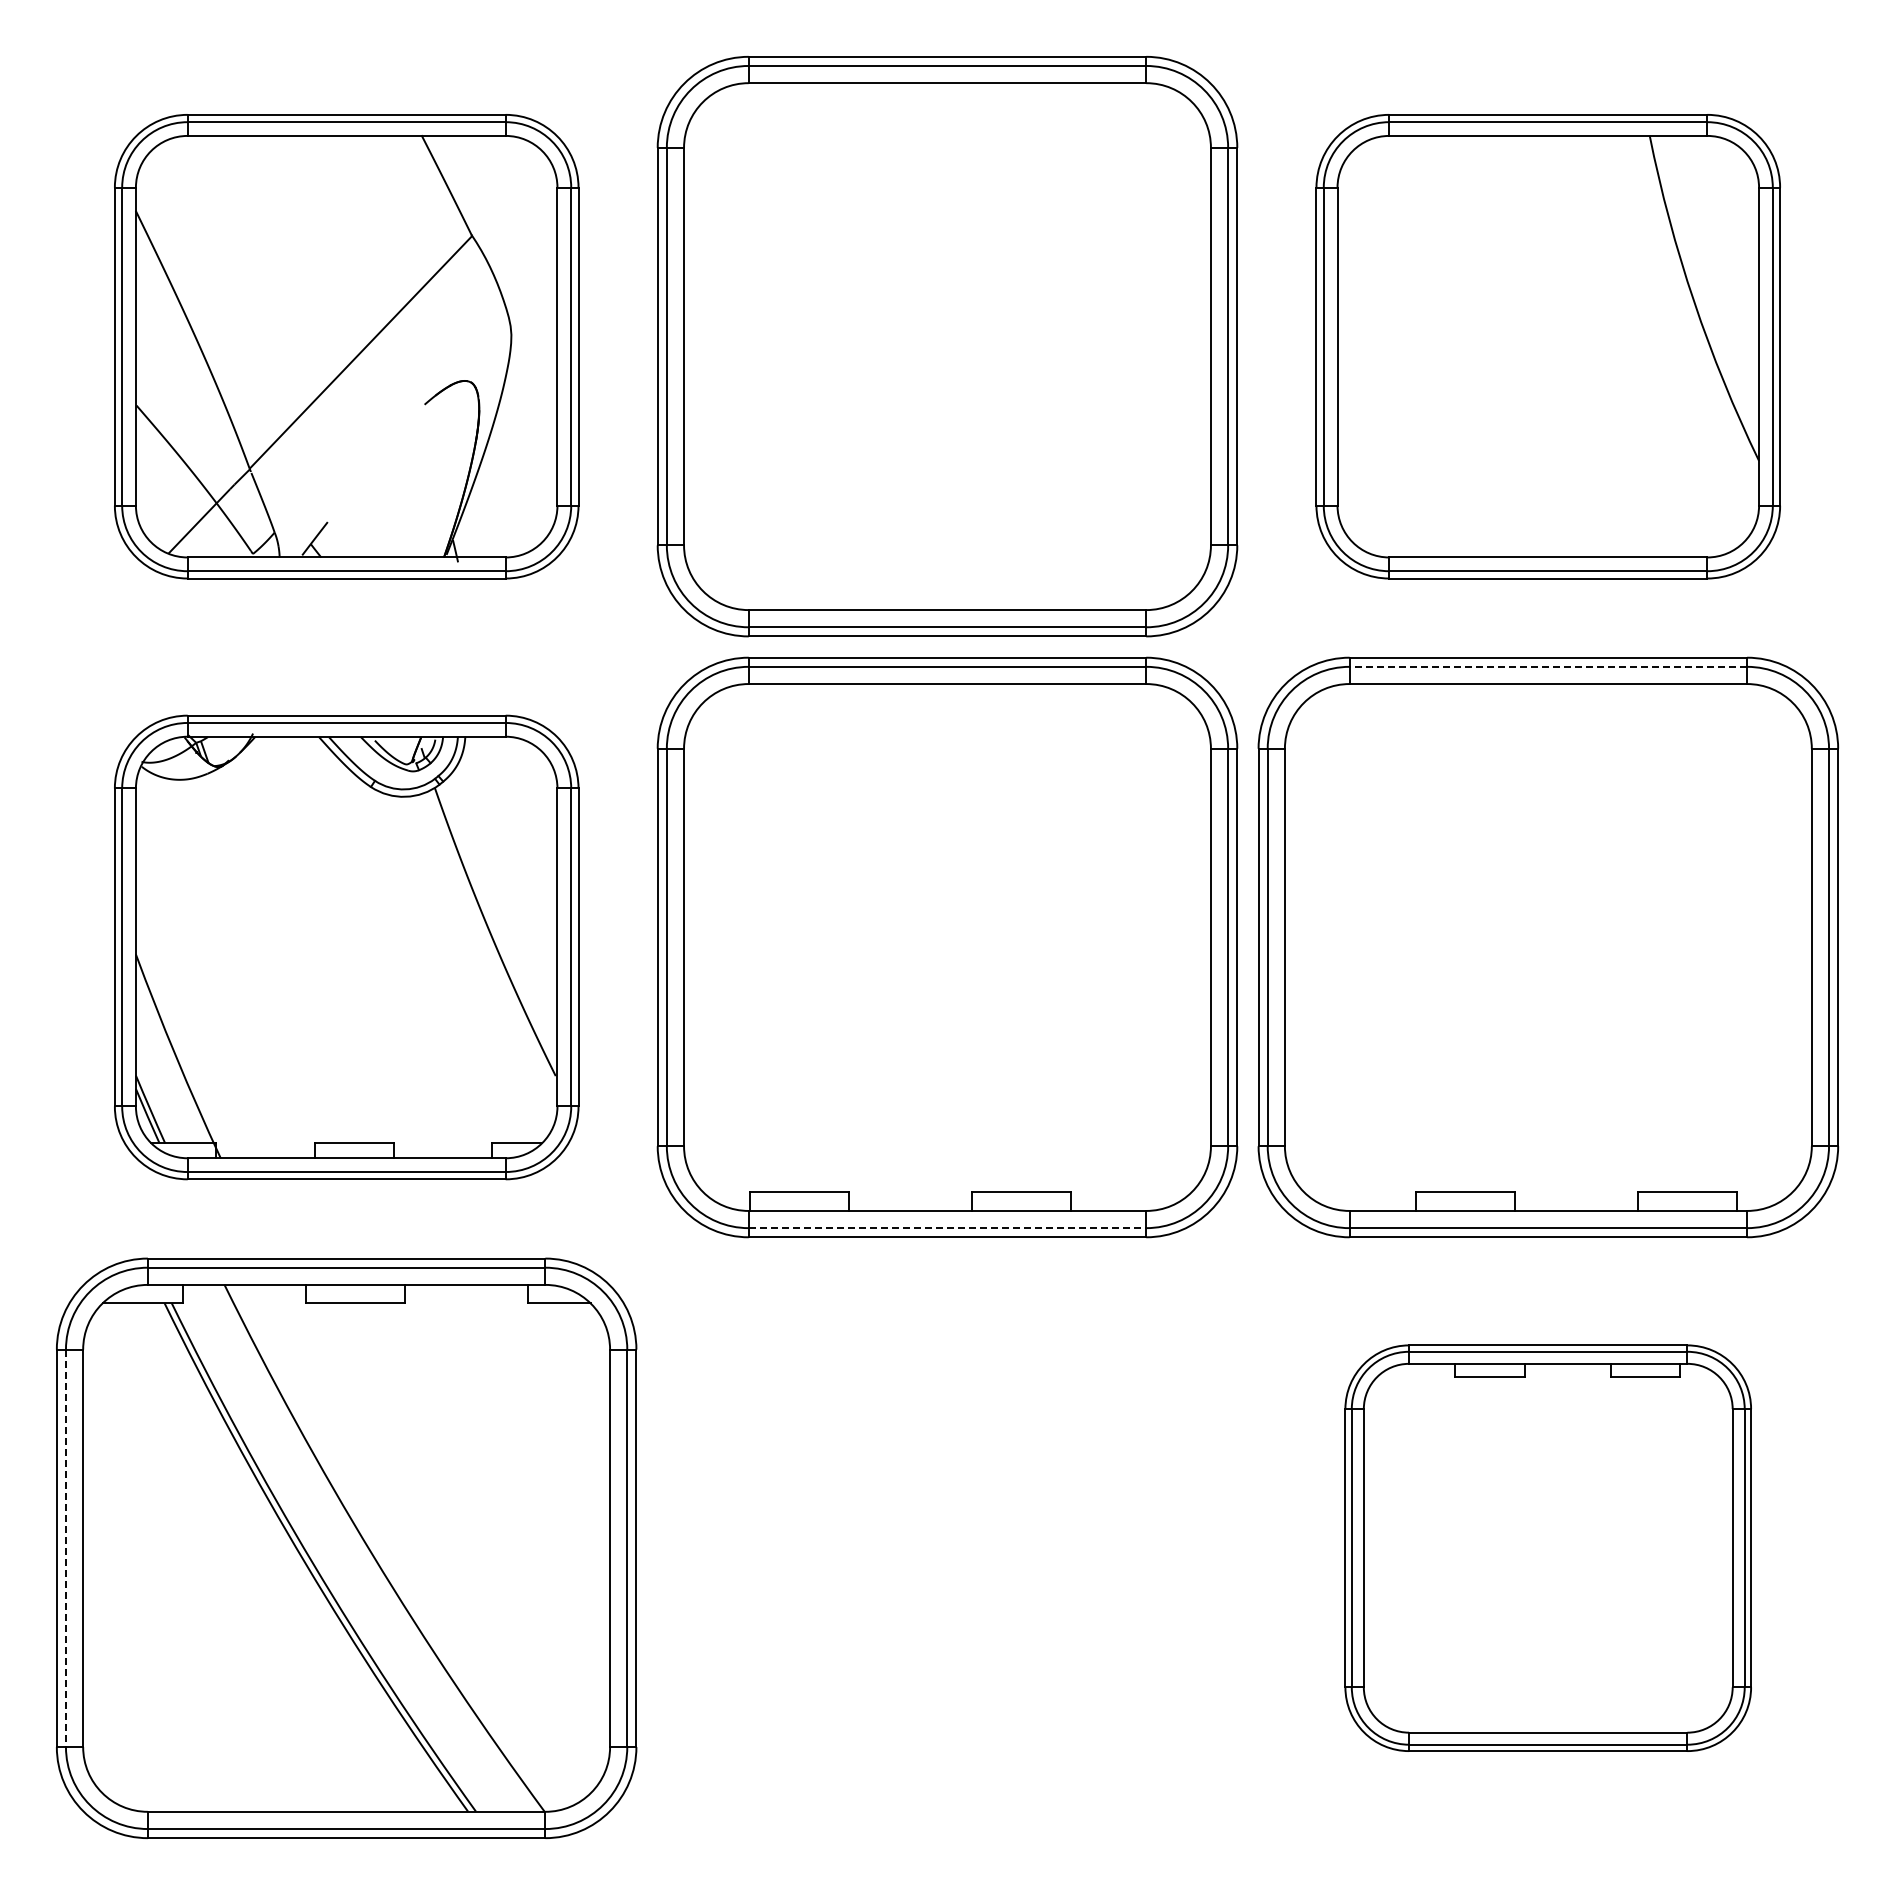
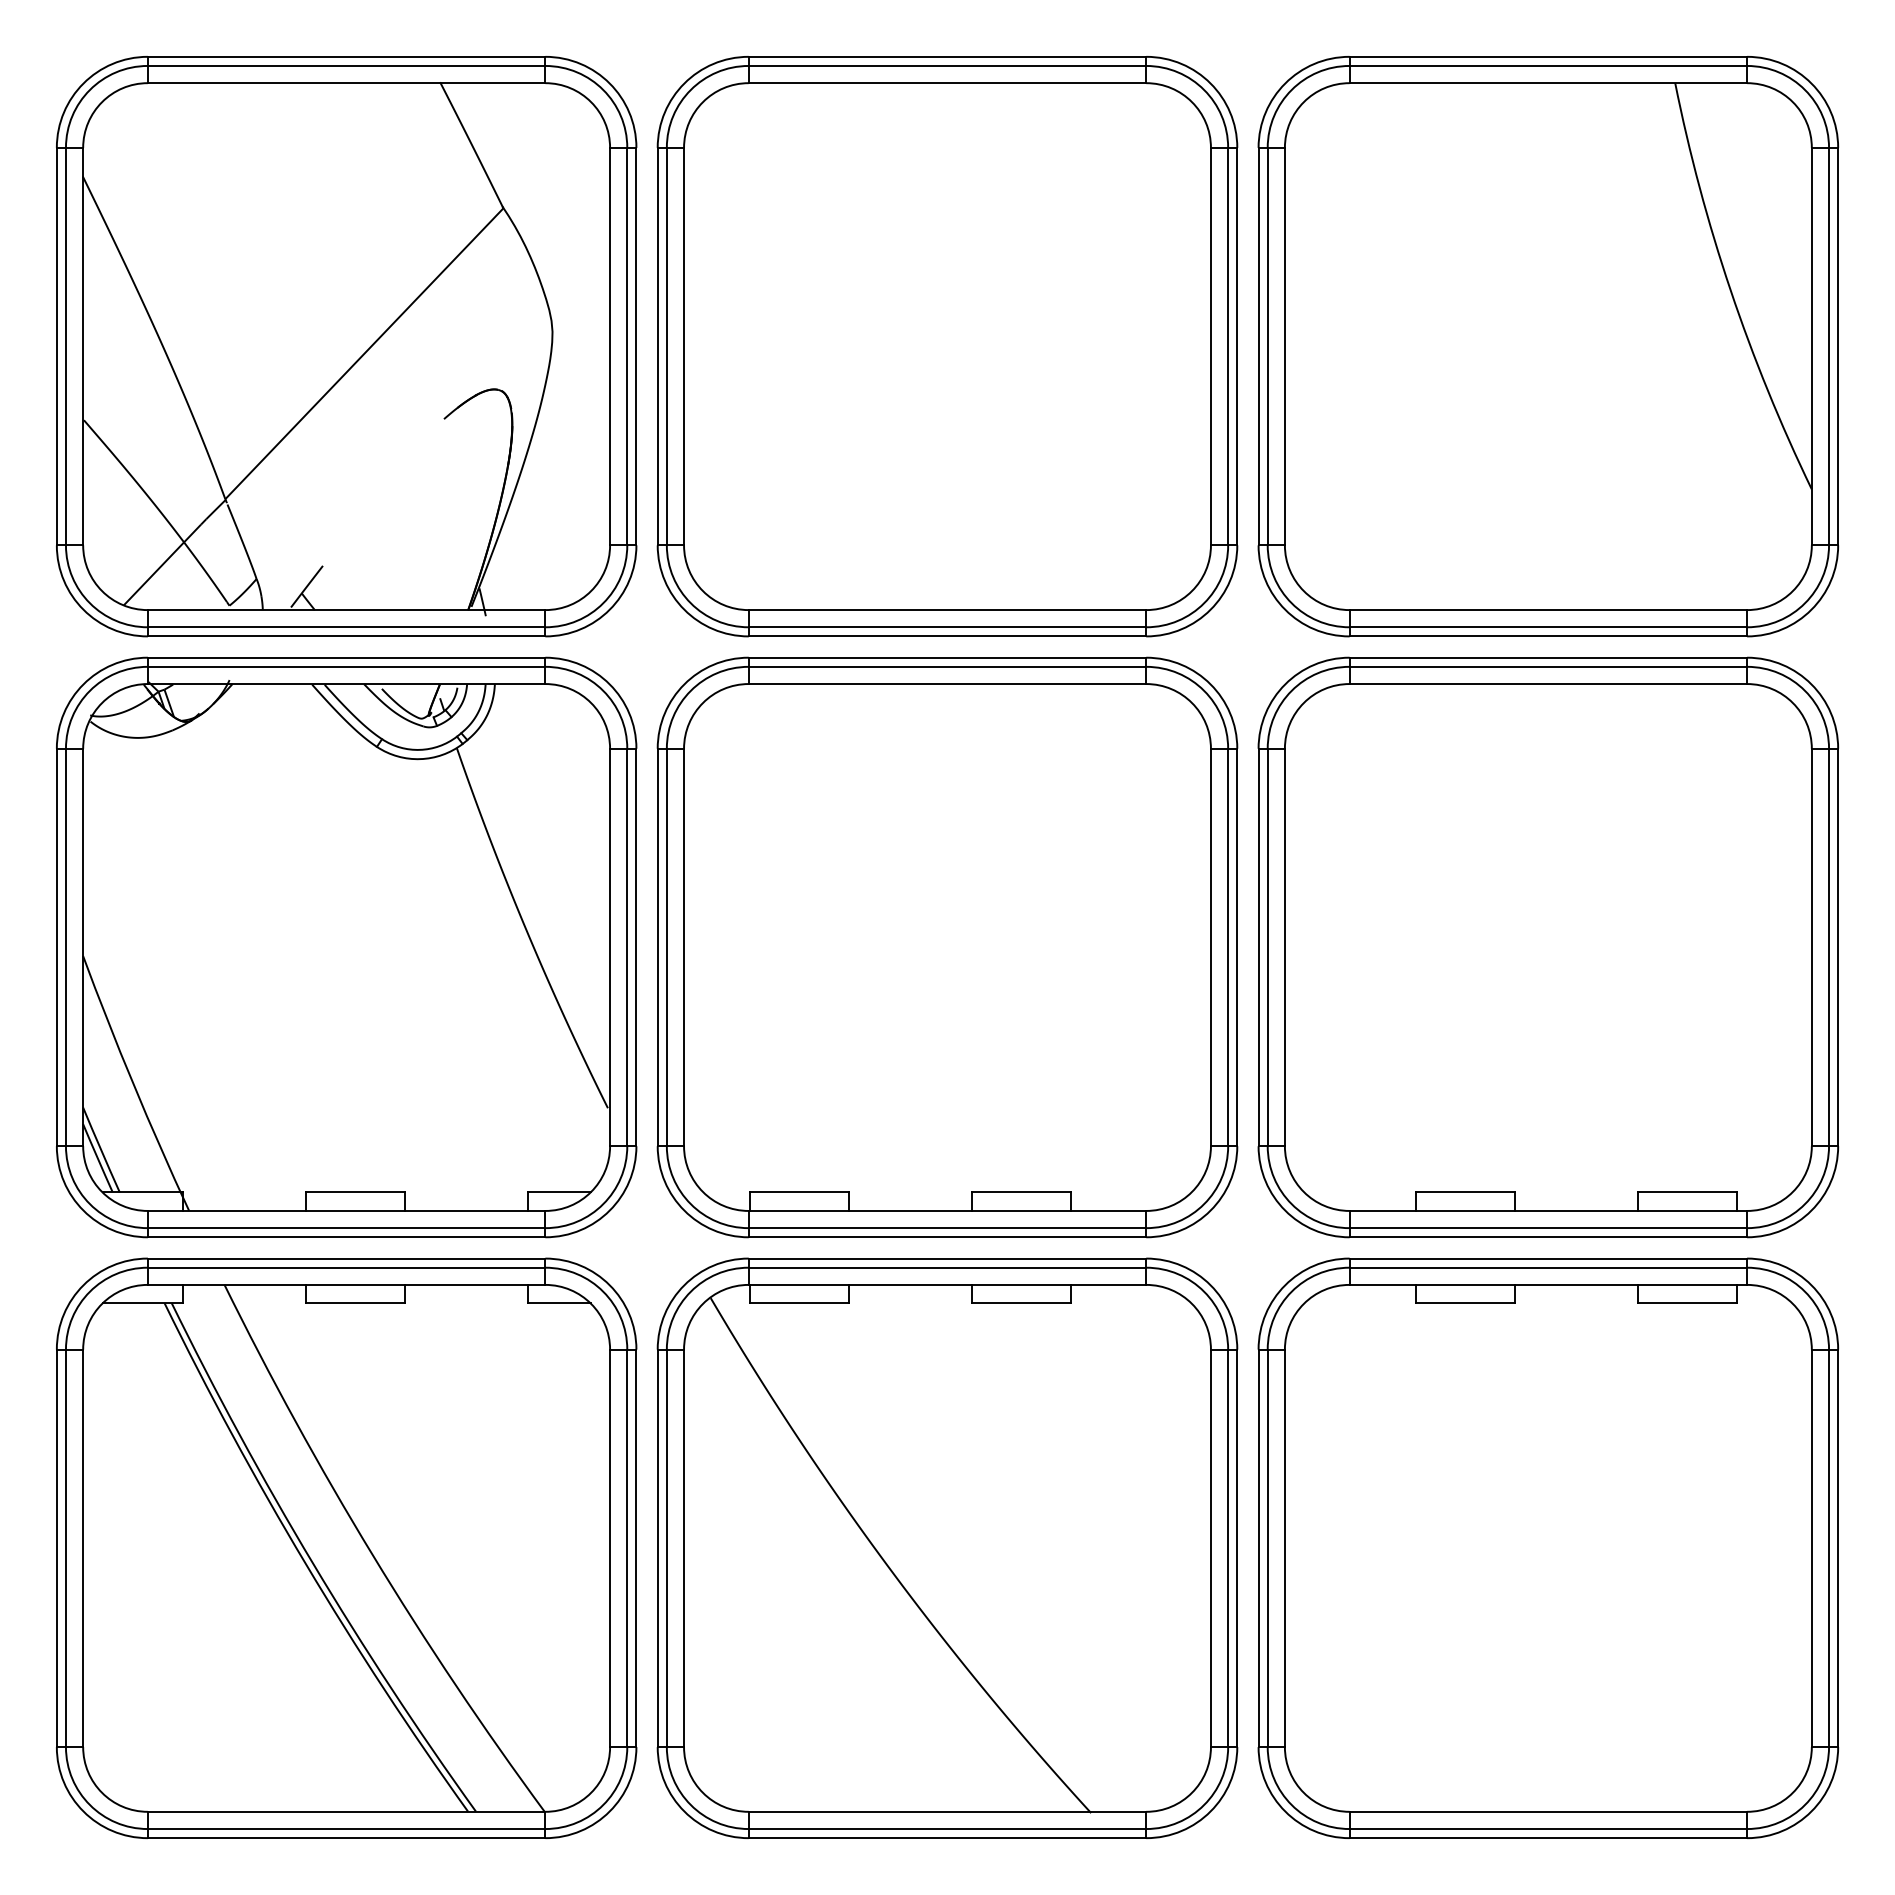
part at (346, 346) size: 466x466 px -> 582x582 px
part at (1547, 346) size: 466x466 px -> 582x582 px
line at (1548, 666): dashed -> solid
part at (346, 947) size: 466x467 px -> 582x583 px
line at (947, 1228): dashed -> solid
part at (947, 1547): none -> present
part at (1547, 1547) size: 408x408 px -> 582x582 px
line at (65, 1548): dashed -> solid
